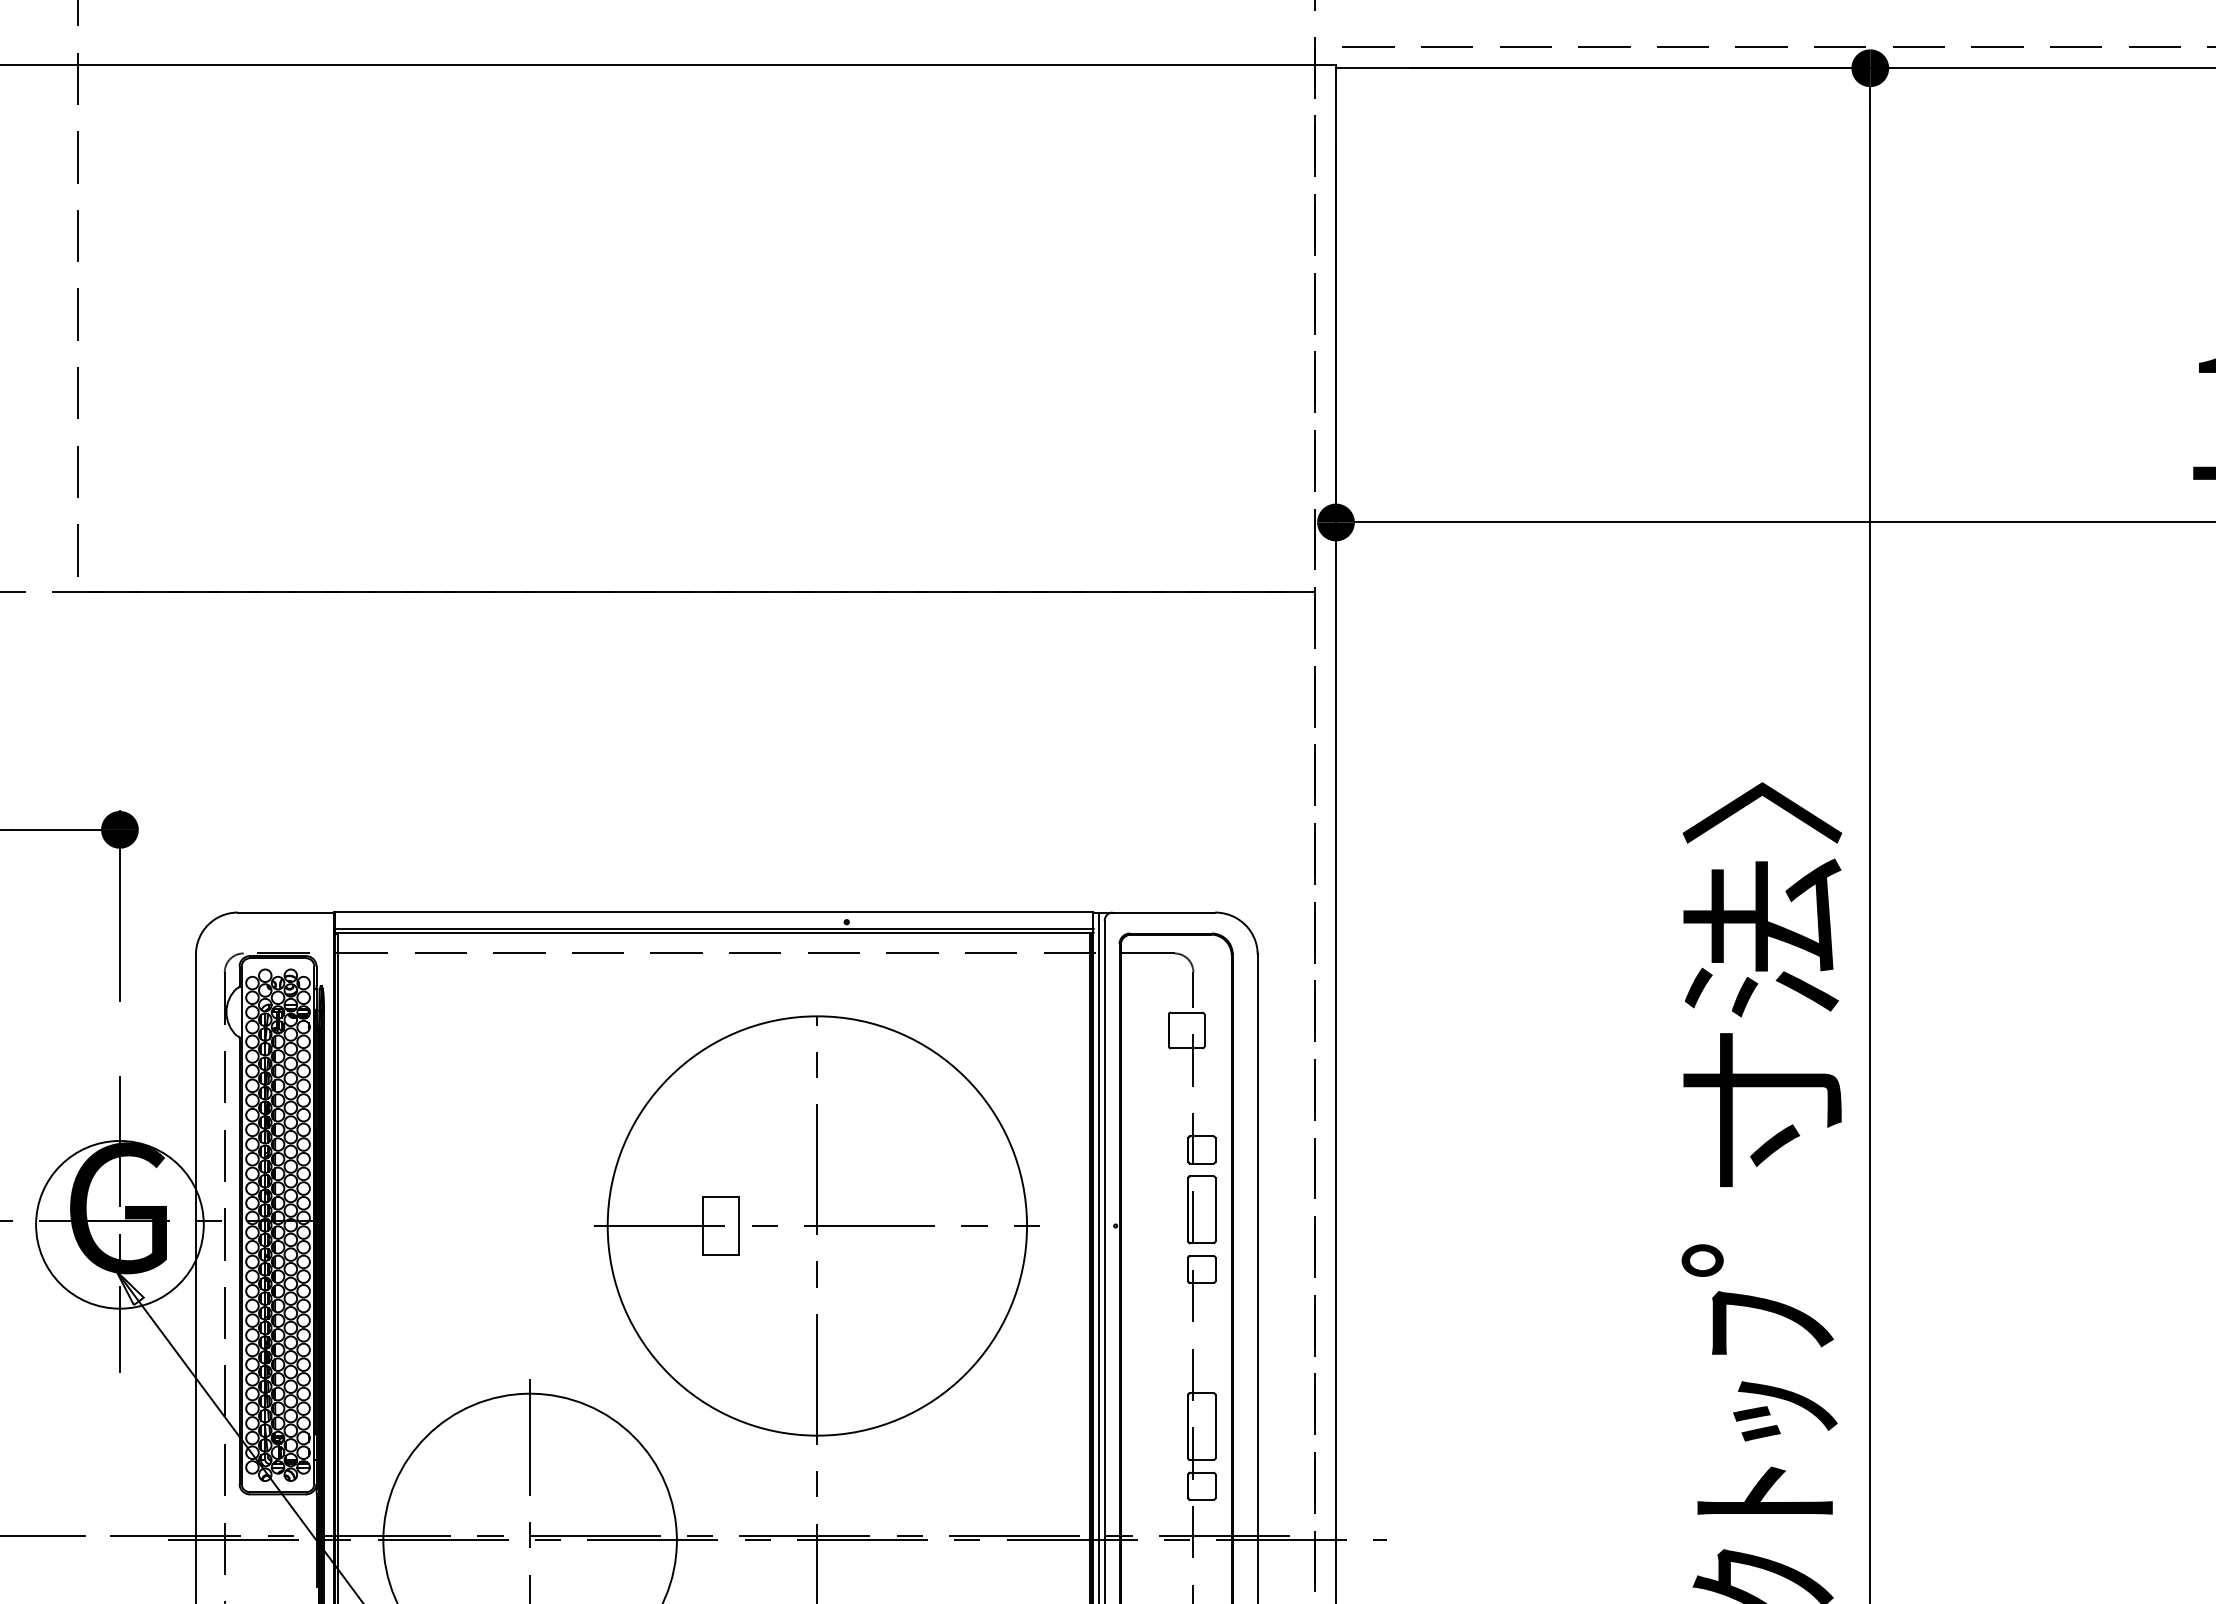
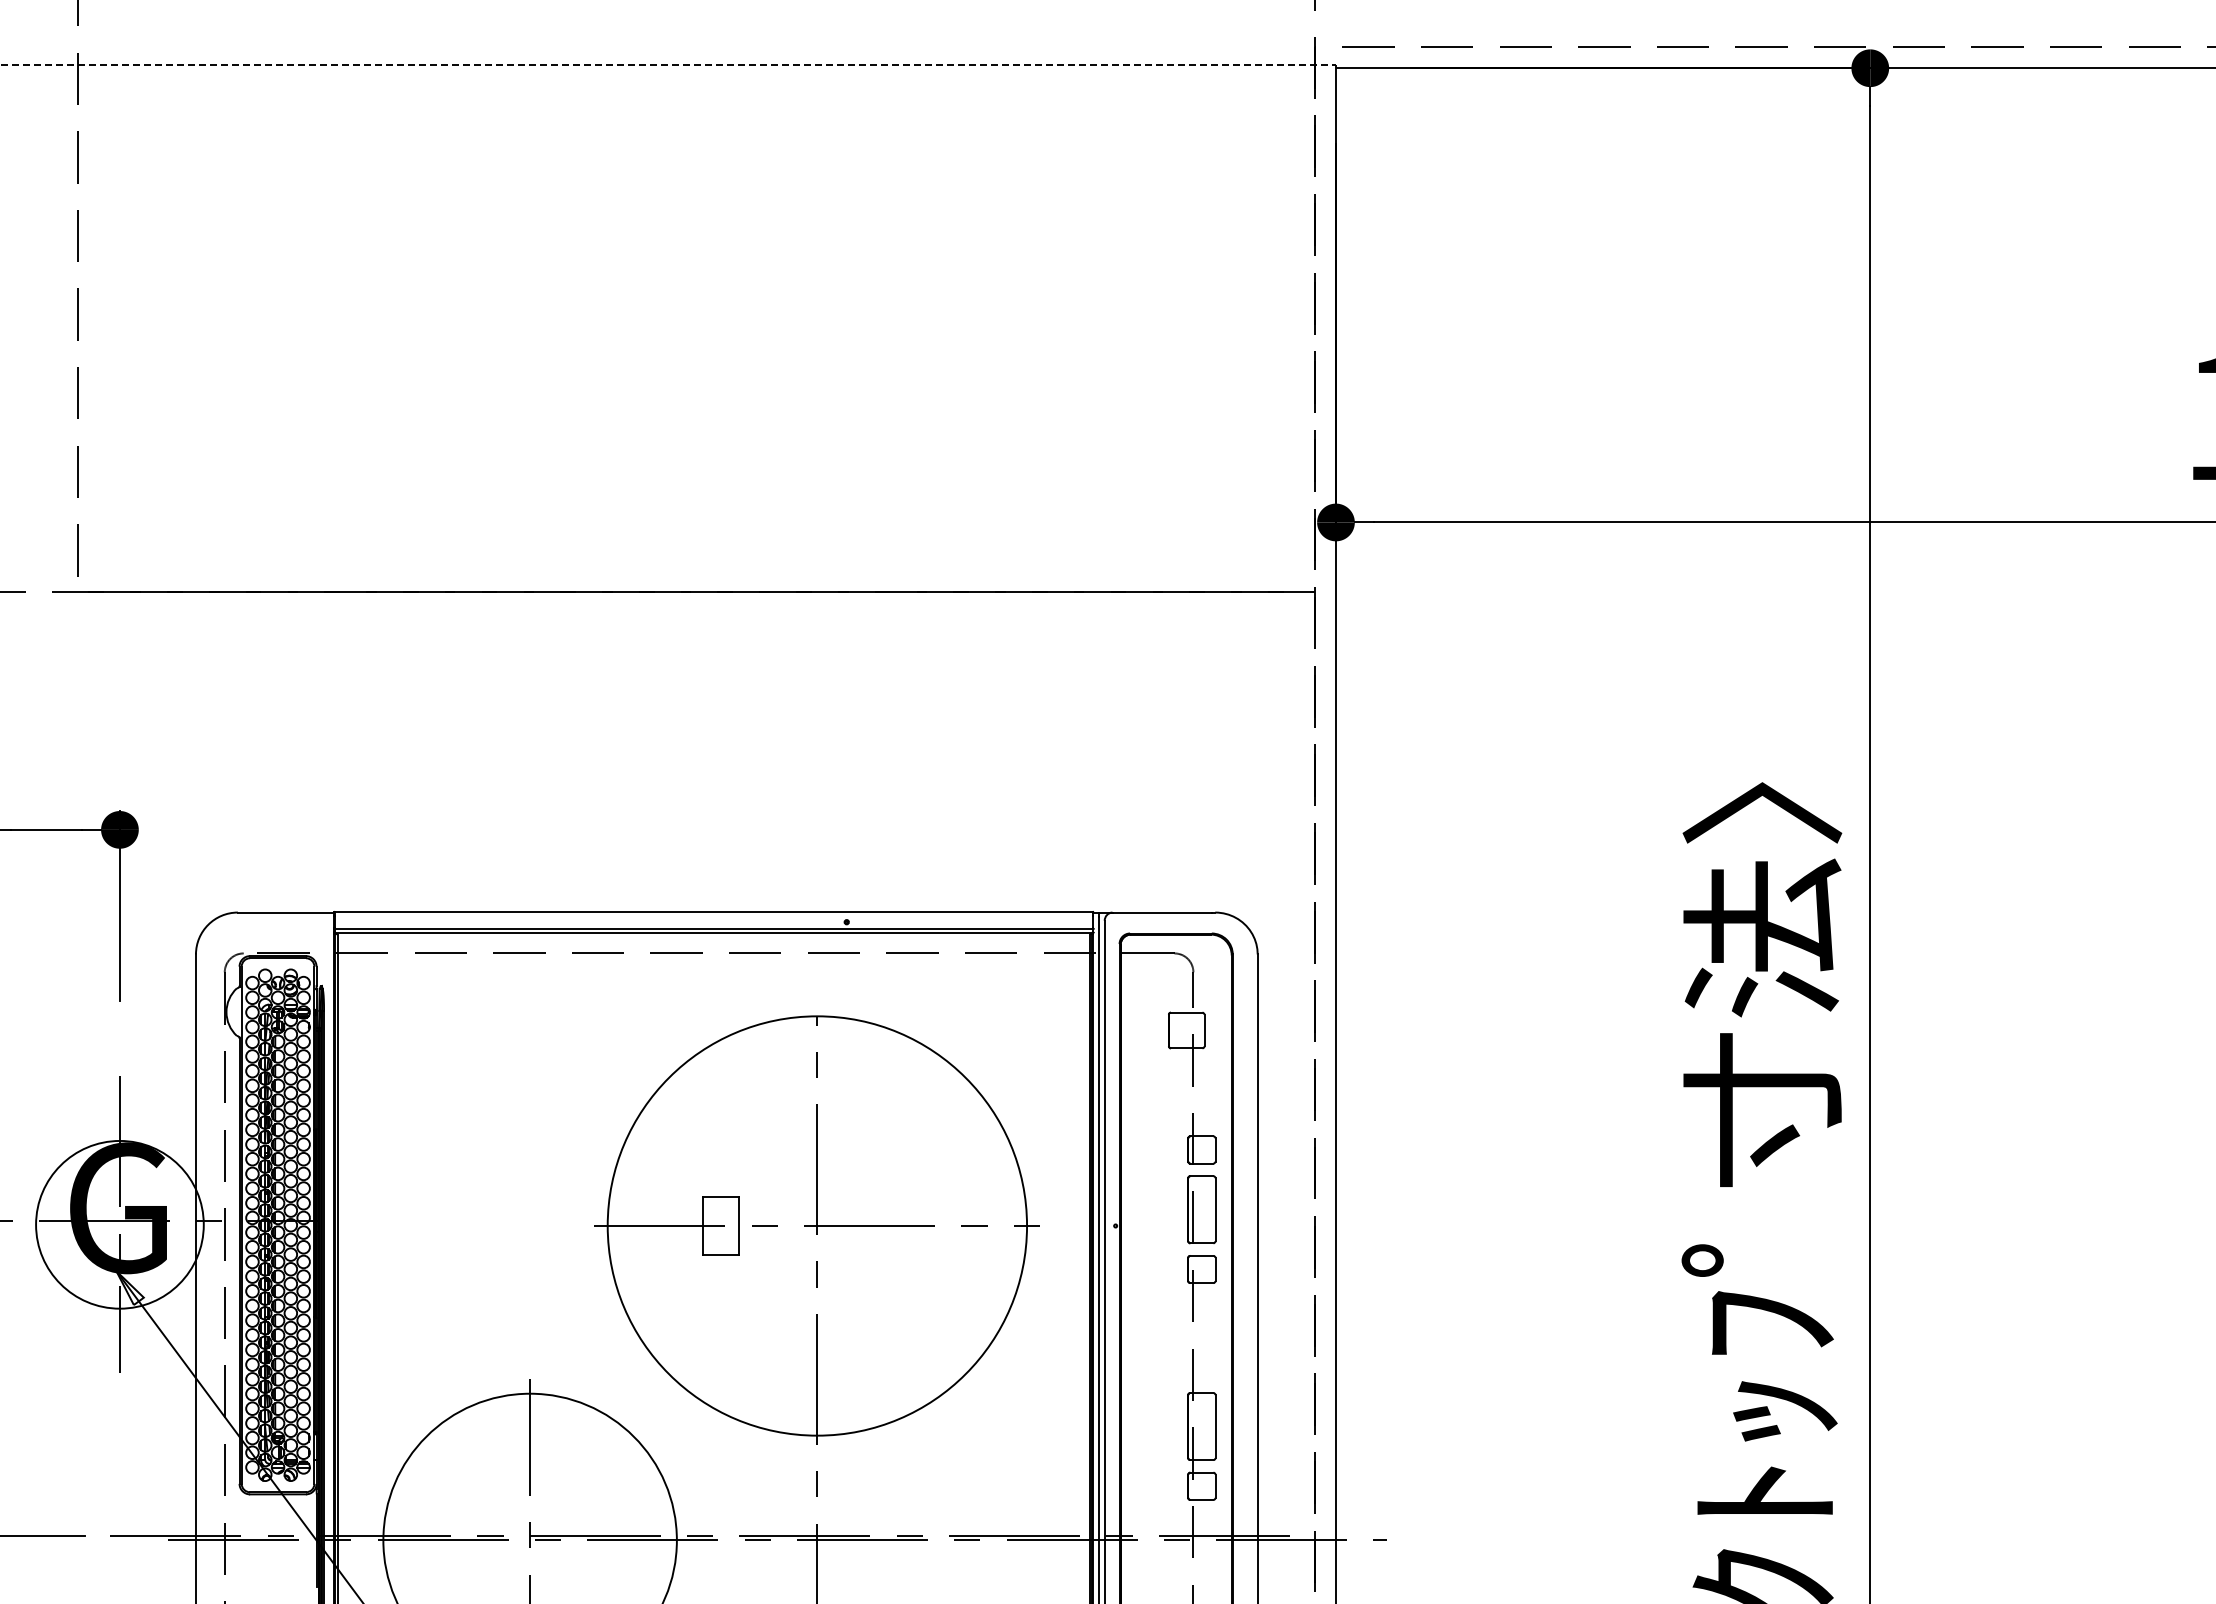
line at (670, 65): solid -> dashed
